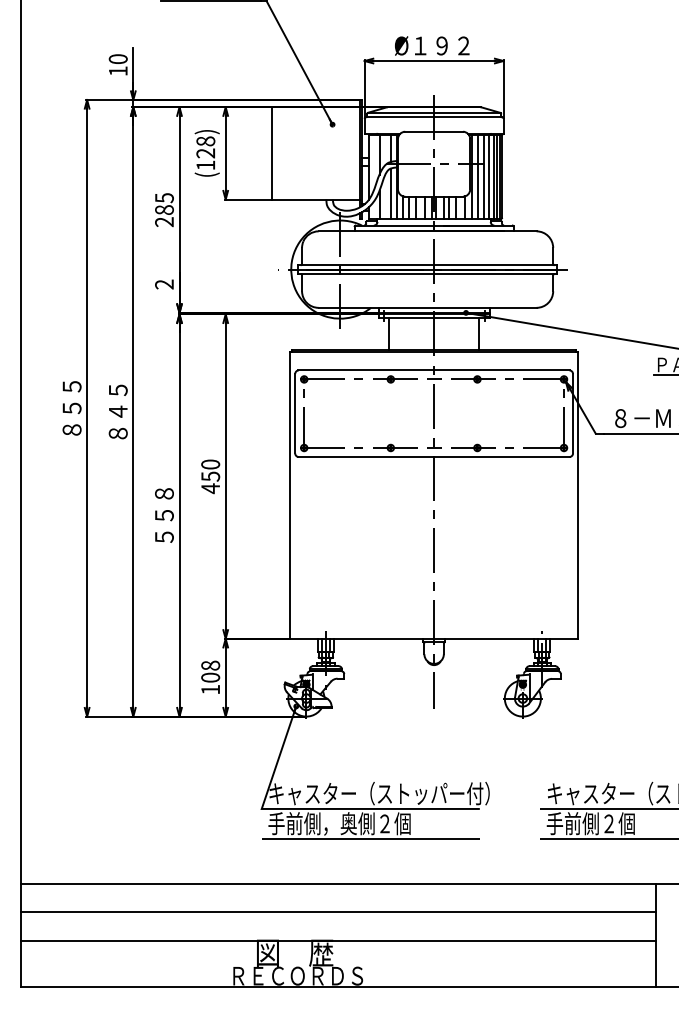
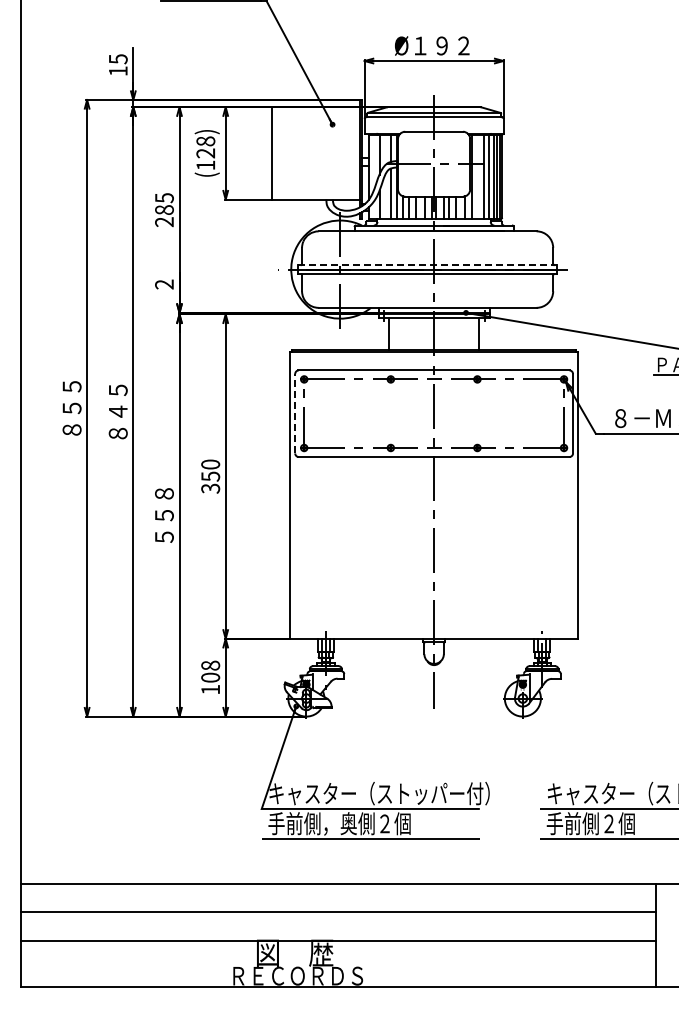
text at (117, 59): 10 -> 15
line at (478, 176): present -> none
line at (428, 265): solid -> dashed
line at (295, 413): solid -> dashed
text at (210, 488): 450 -> 350
